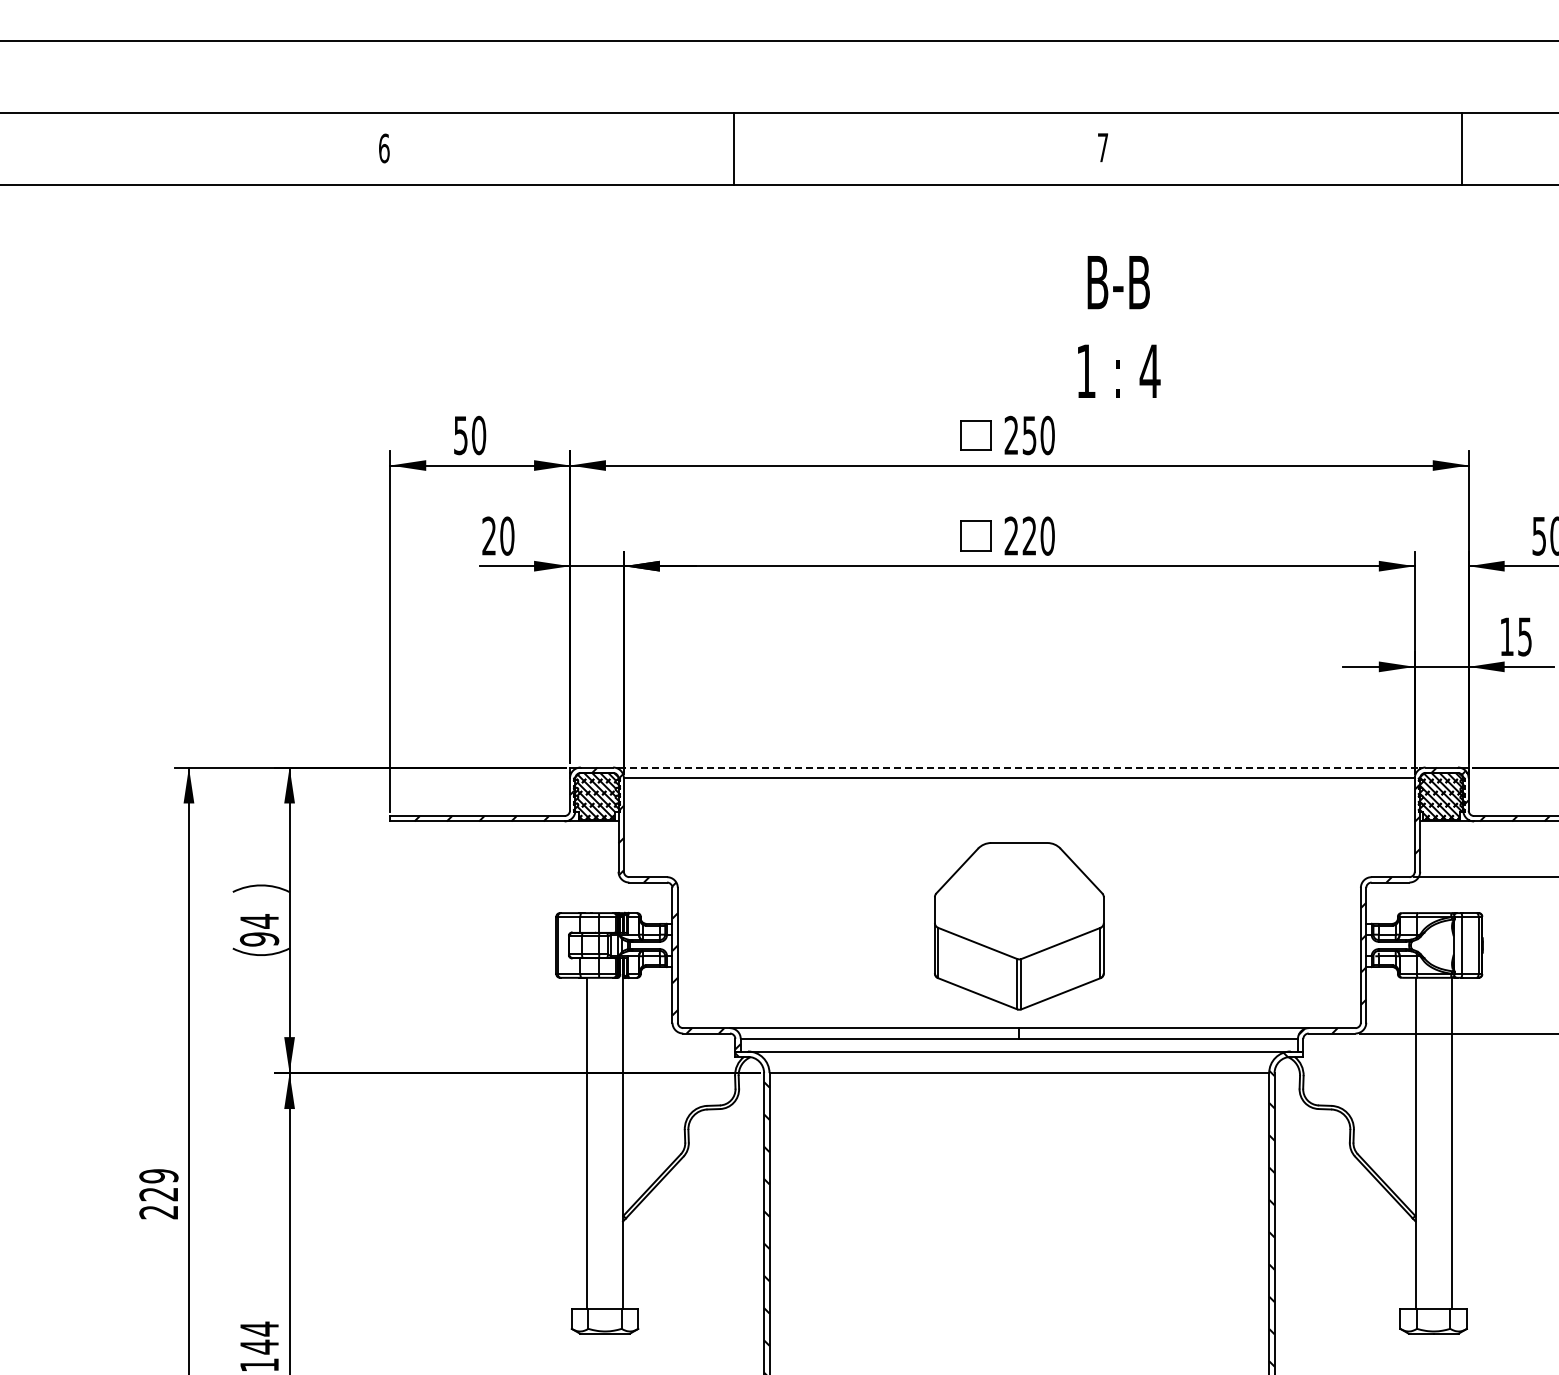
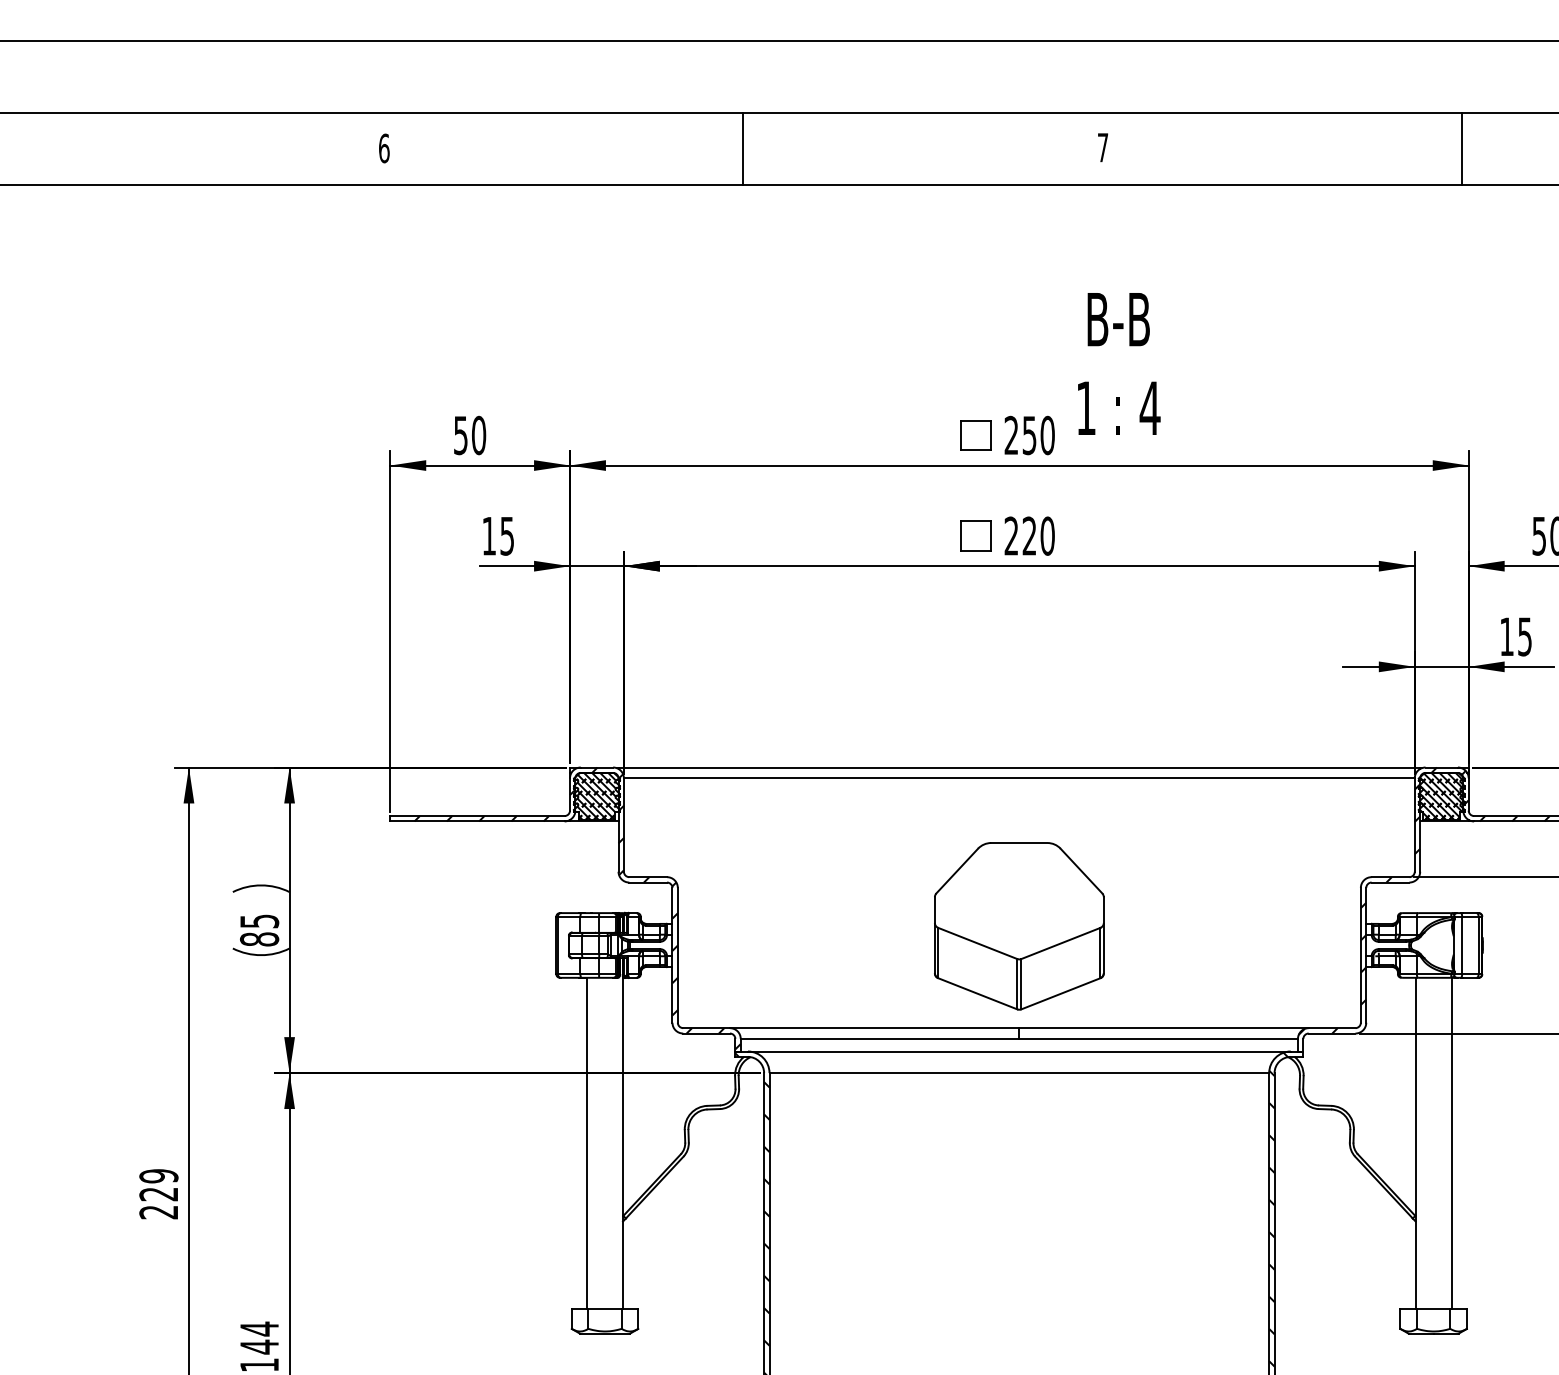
line at (734, 149) position: (734, 149) -> (743, 149)
text at (1119, 326) position: (1119, 326) -> (1119, 363)
text at (498, 535): 20 -> 15
line at (1019, 767): dashed -> solid
text at (259, 930): 94 -> 85
